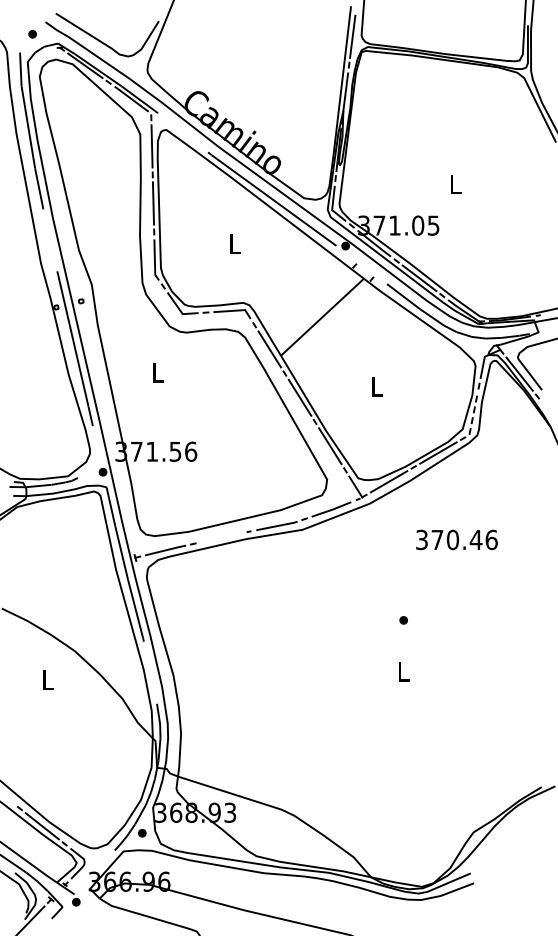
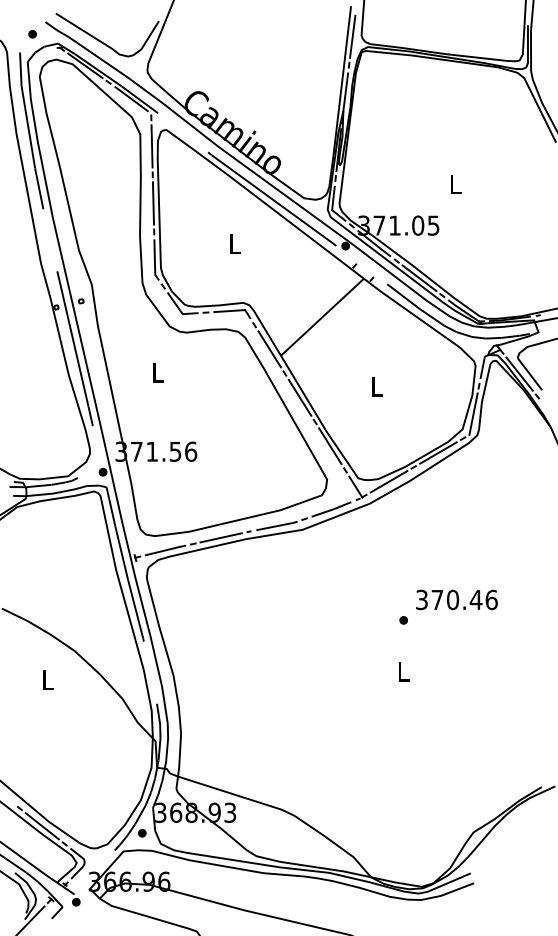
line at (473, 413): dashed -> solid
line at (220, 537): none -> present
text at (456, 539) position: (456, 539) -> (456, 599)
